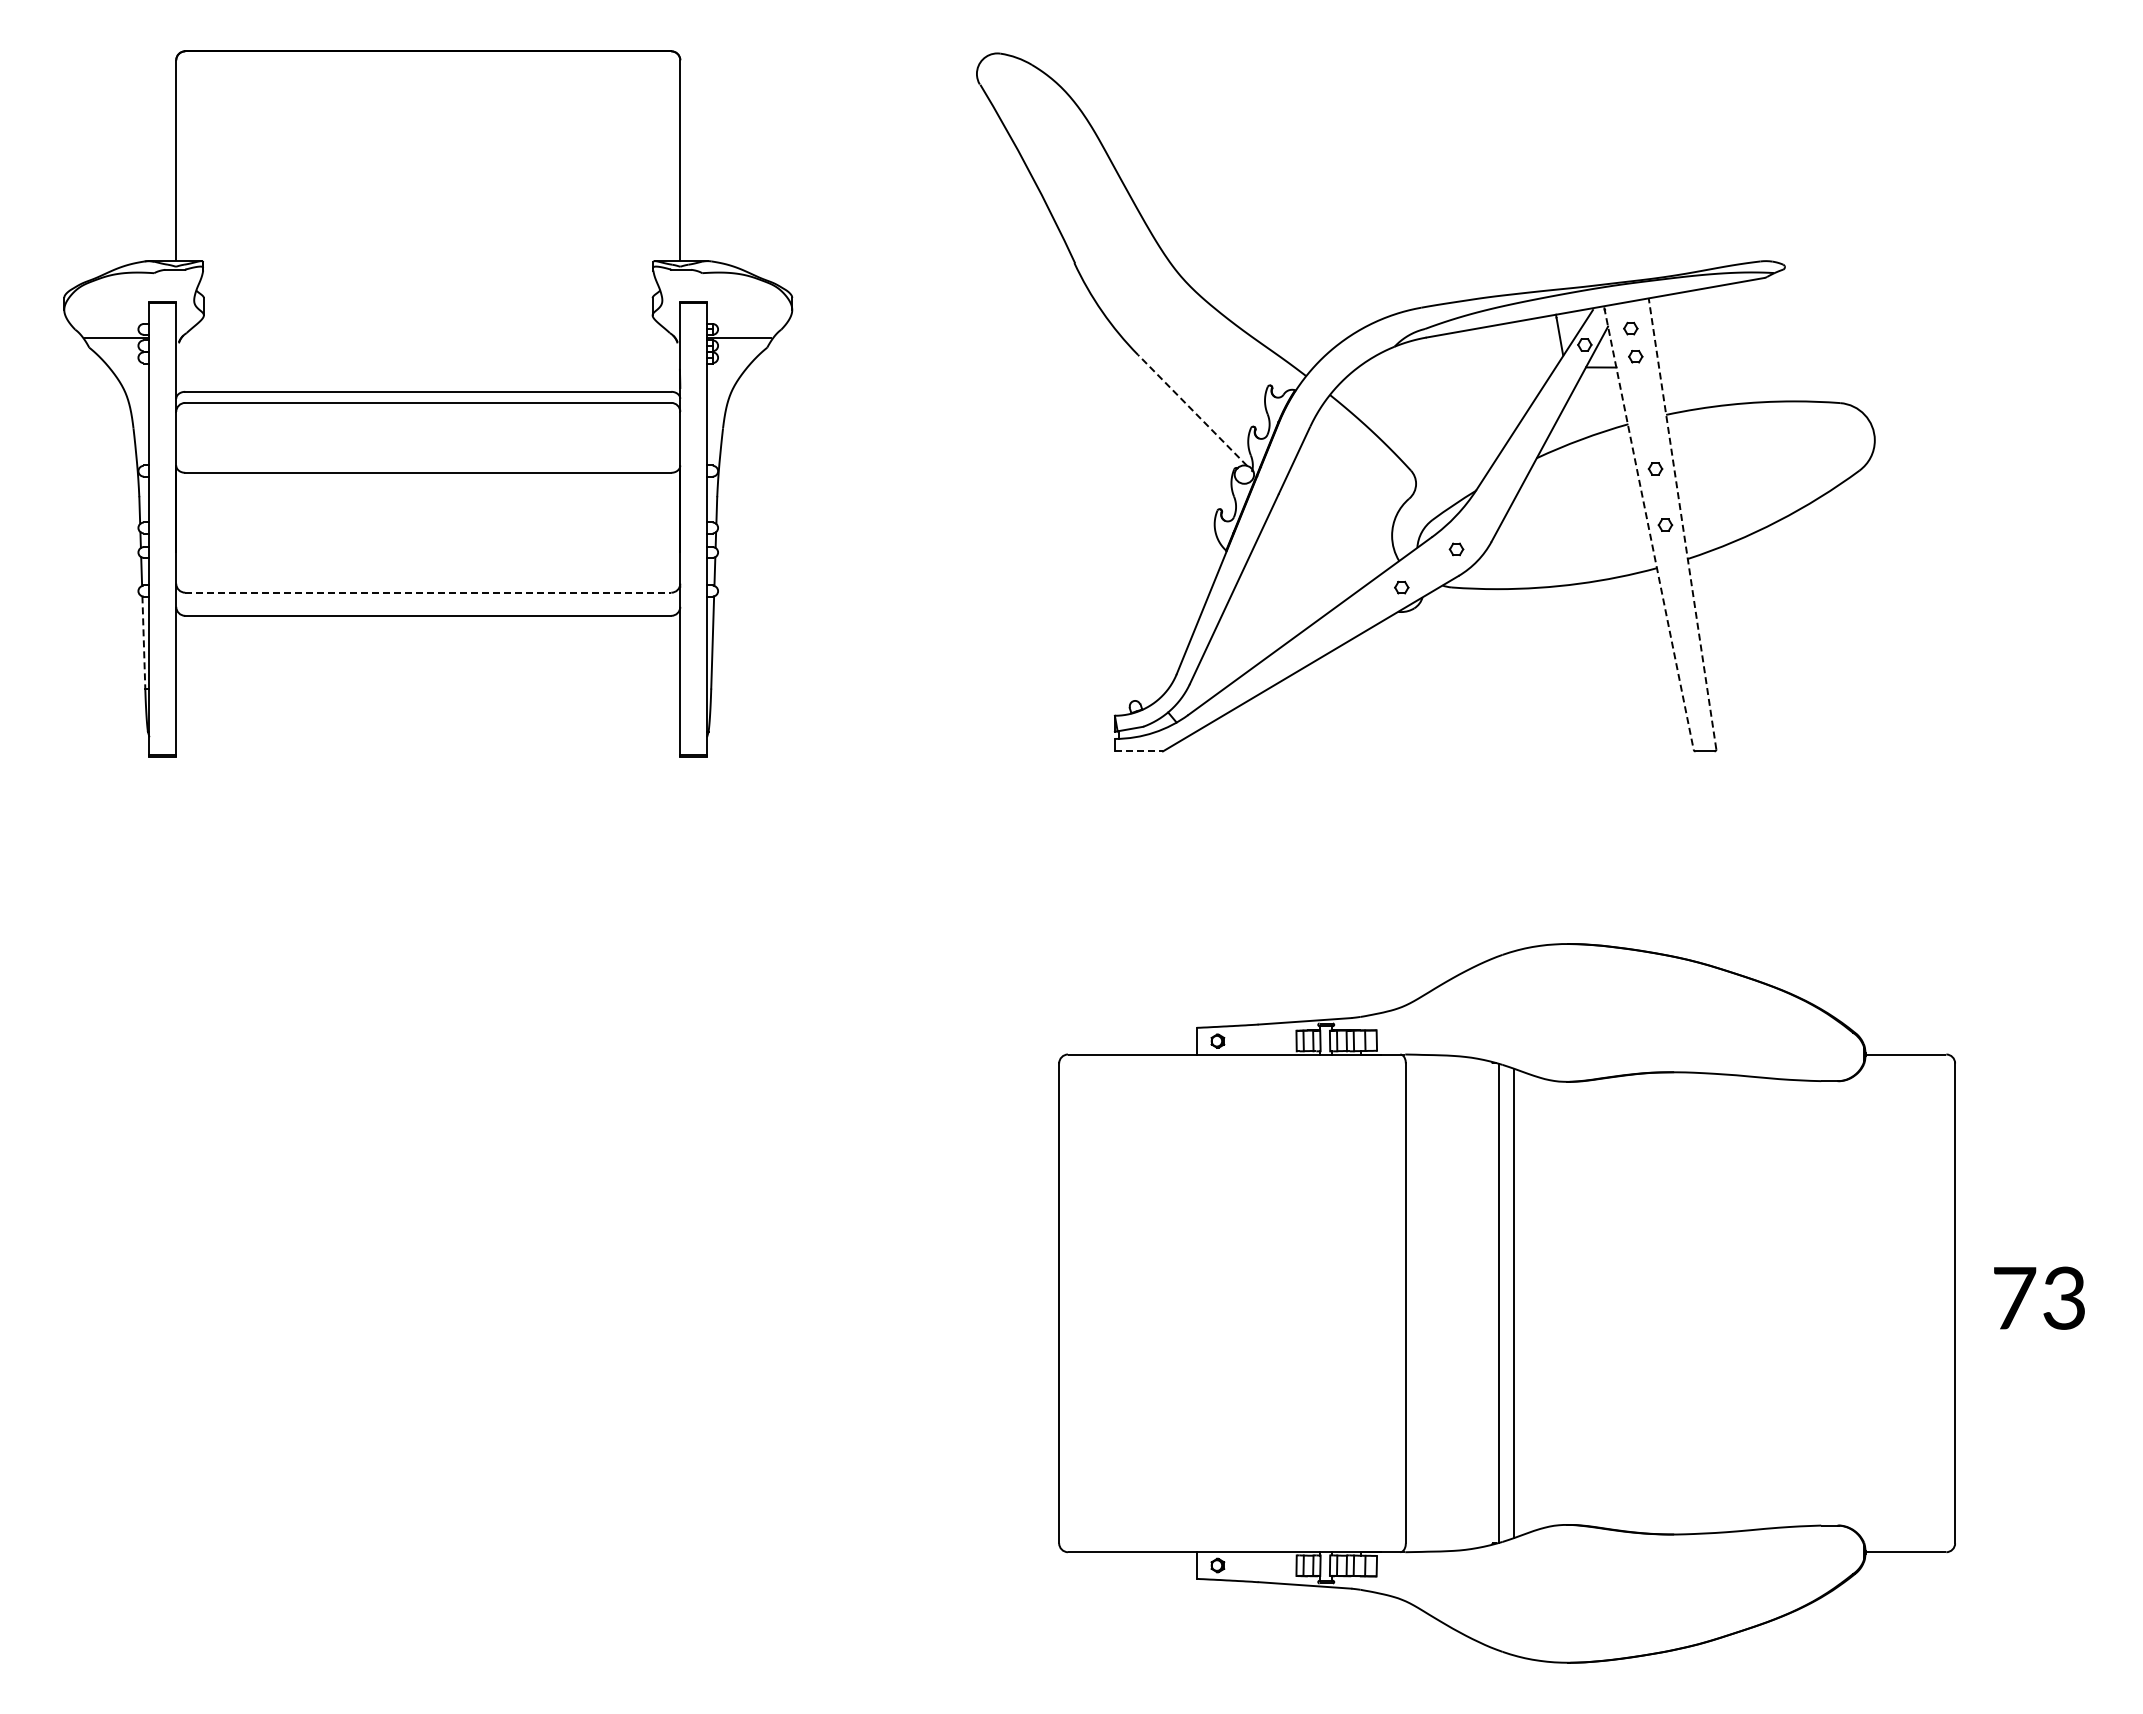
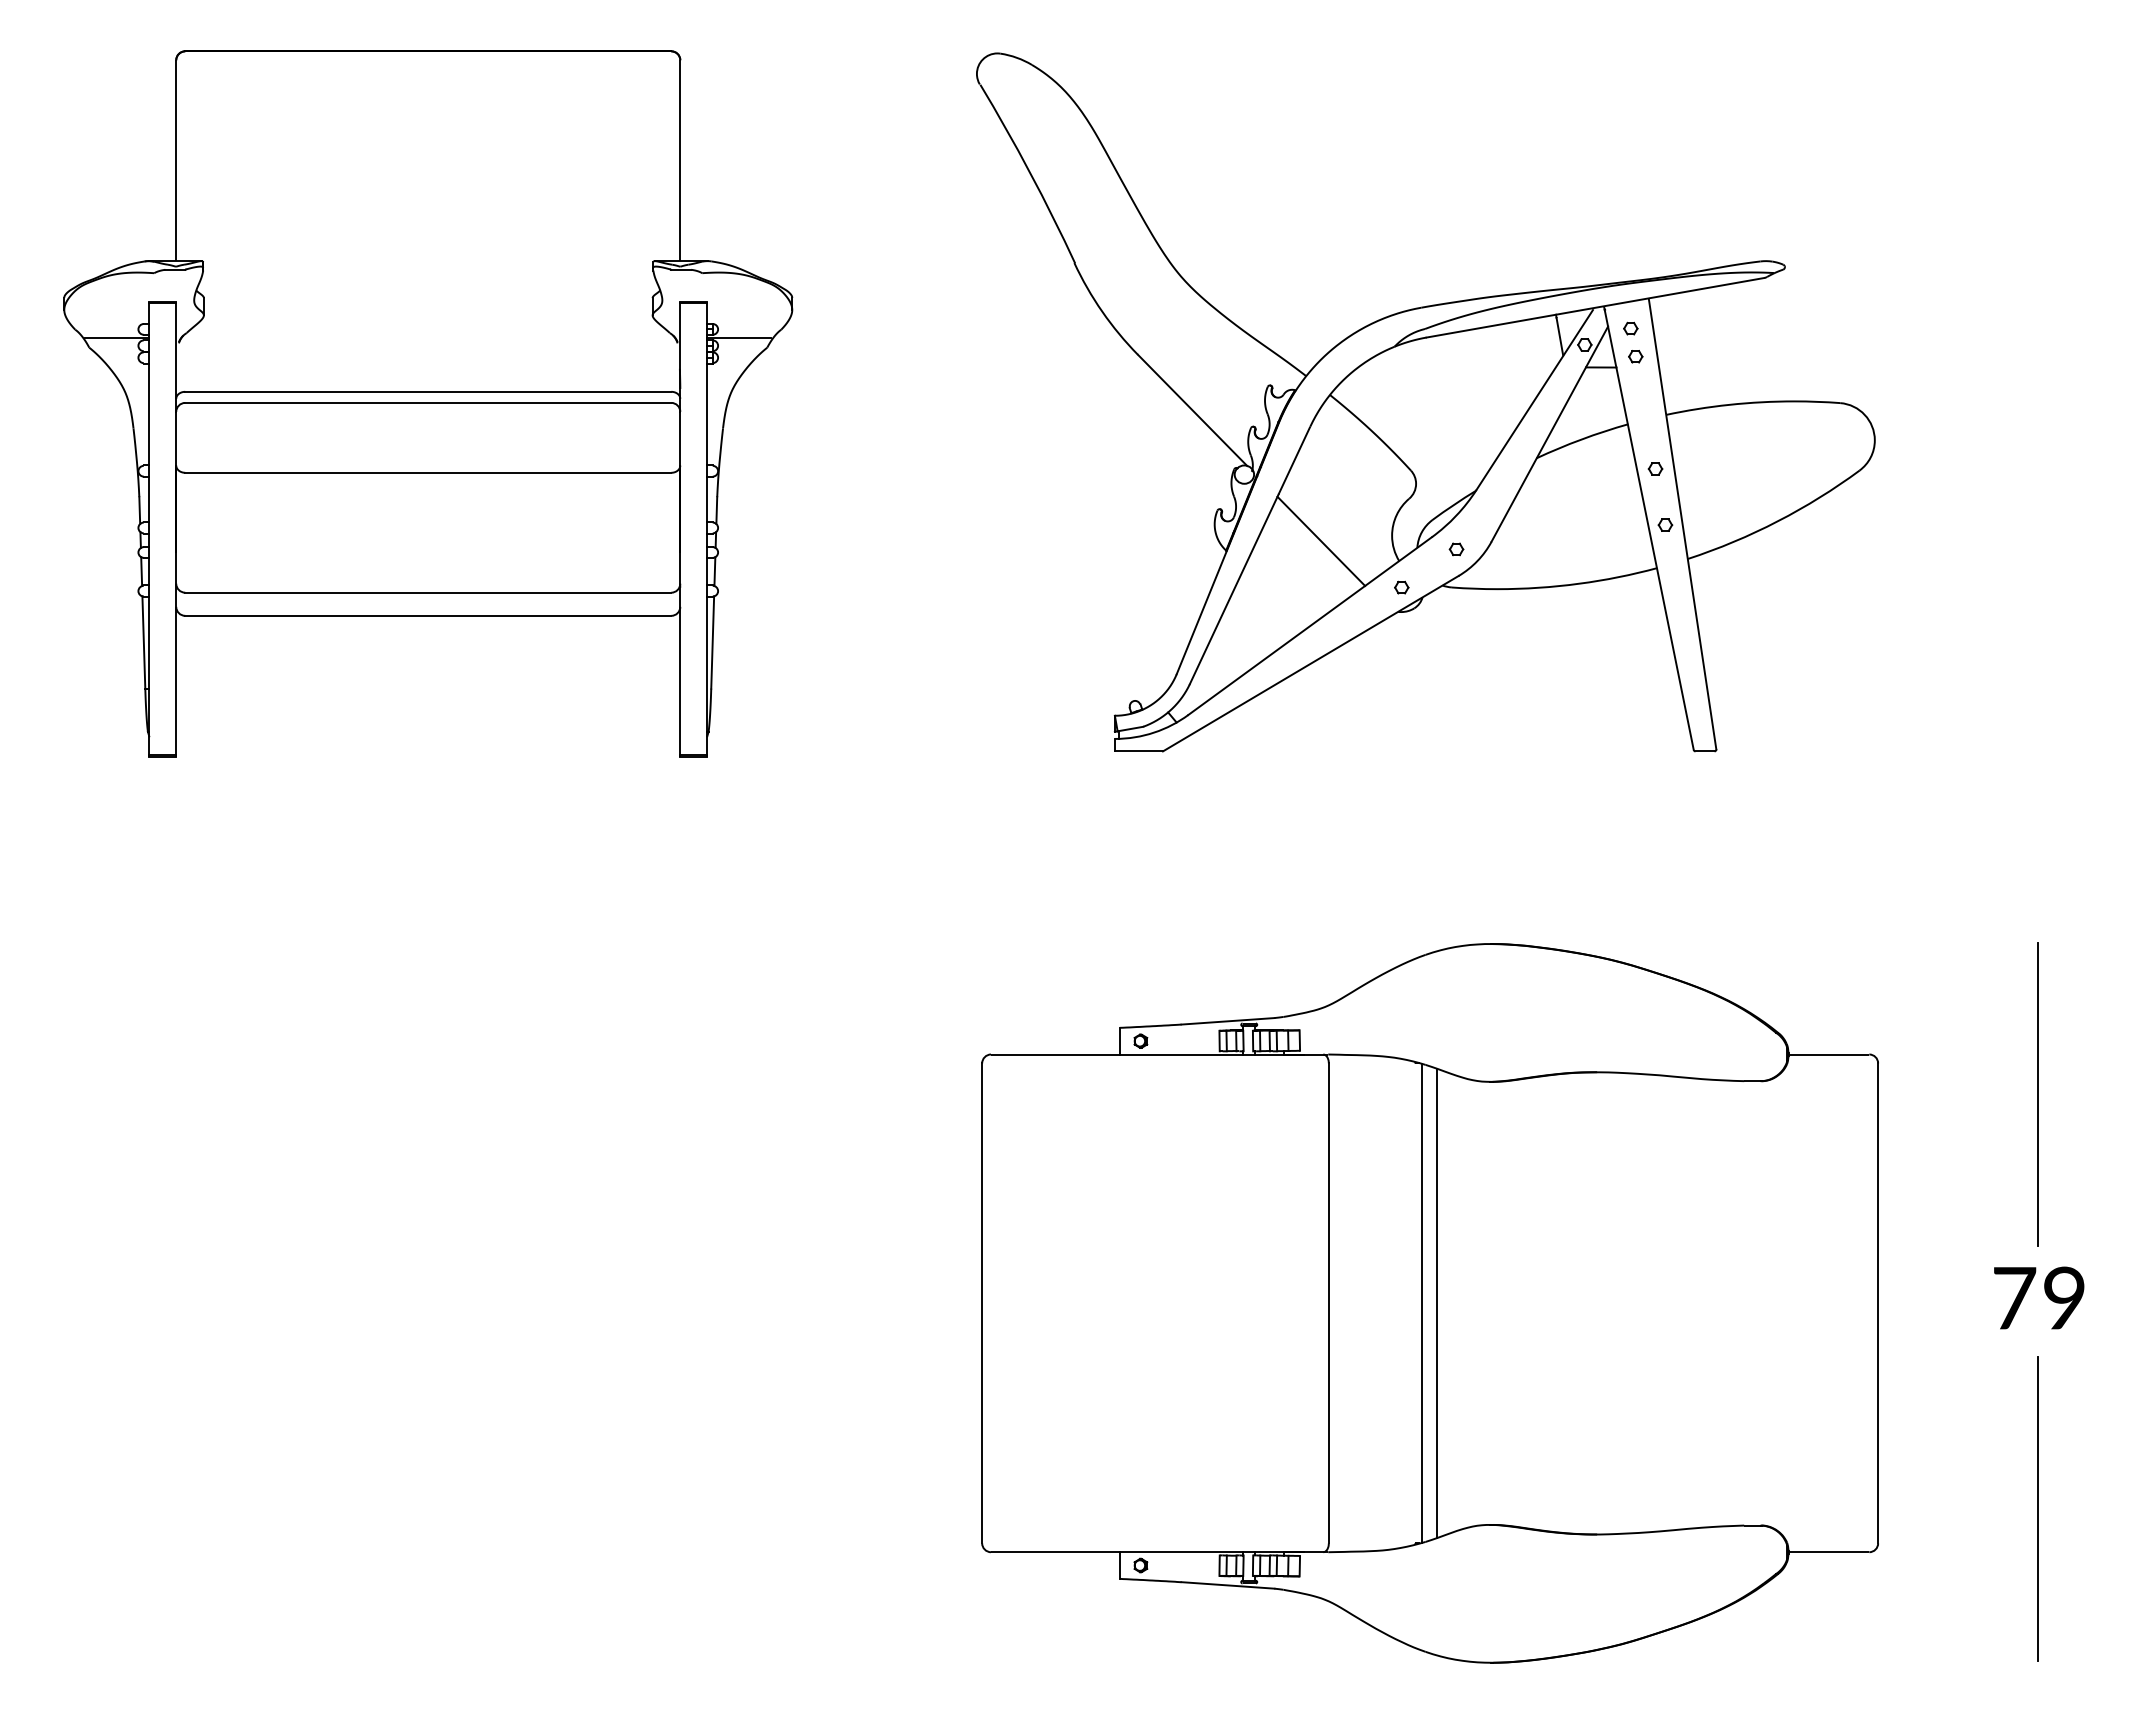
line at (1192, 410): dashed -> solid
line at (1682, 524): dashed -> solid
line at (1648, 528): dashed -> solid
line at (1321, 540): none -> present
line at (428, 592): dashed -> solid
line at (143, 642): dashed -> solid
line at (1139, 751): dashed -> solid
line at (2037, 1094): none -> present
text at (2063, 1297): 73 -> 79
part at (1506, 1303) position: (1506, 1303) -> (1429, 1303)
line at (2037, 1509): none -> present
